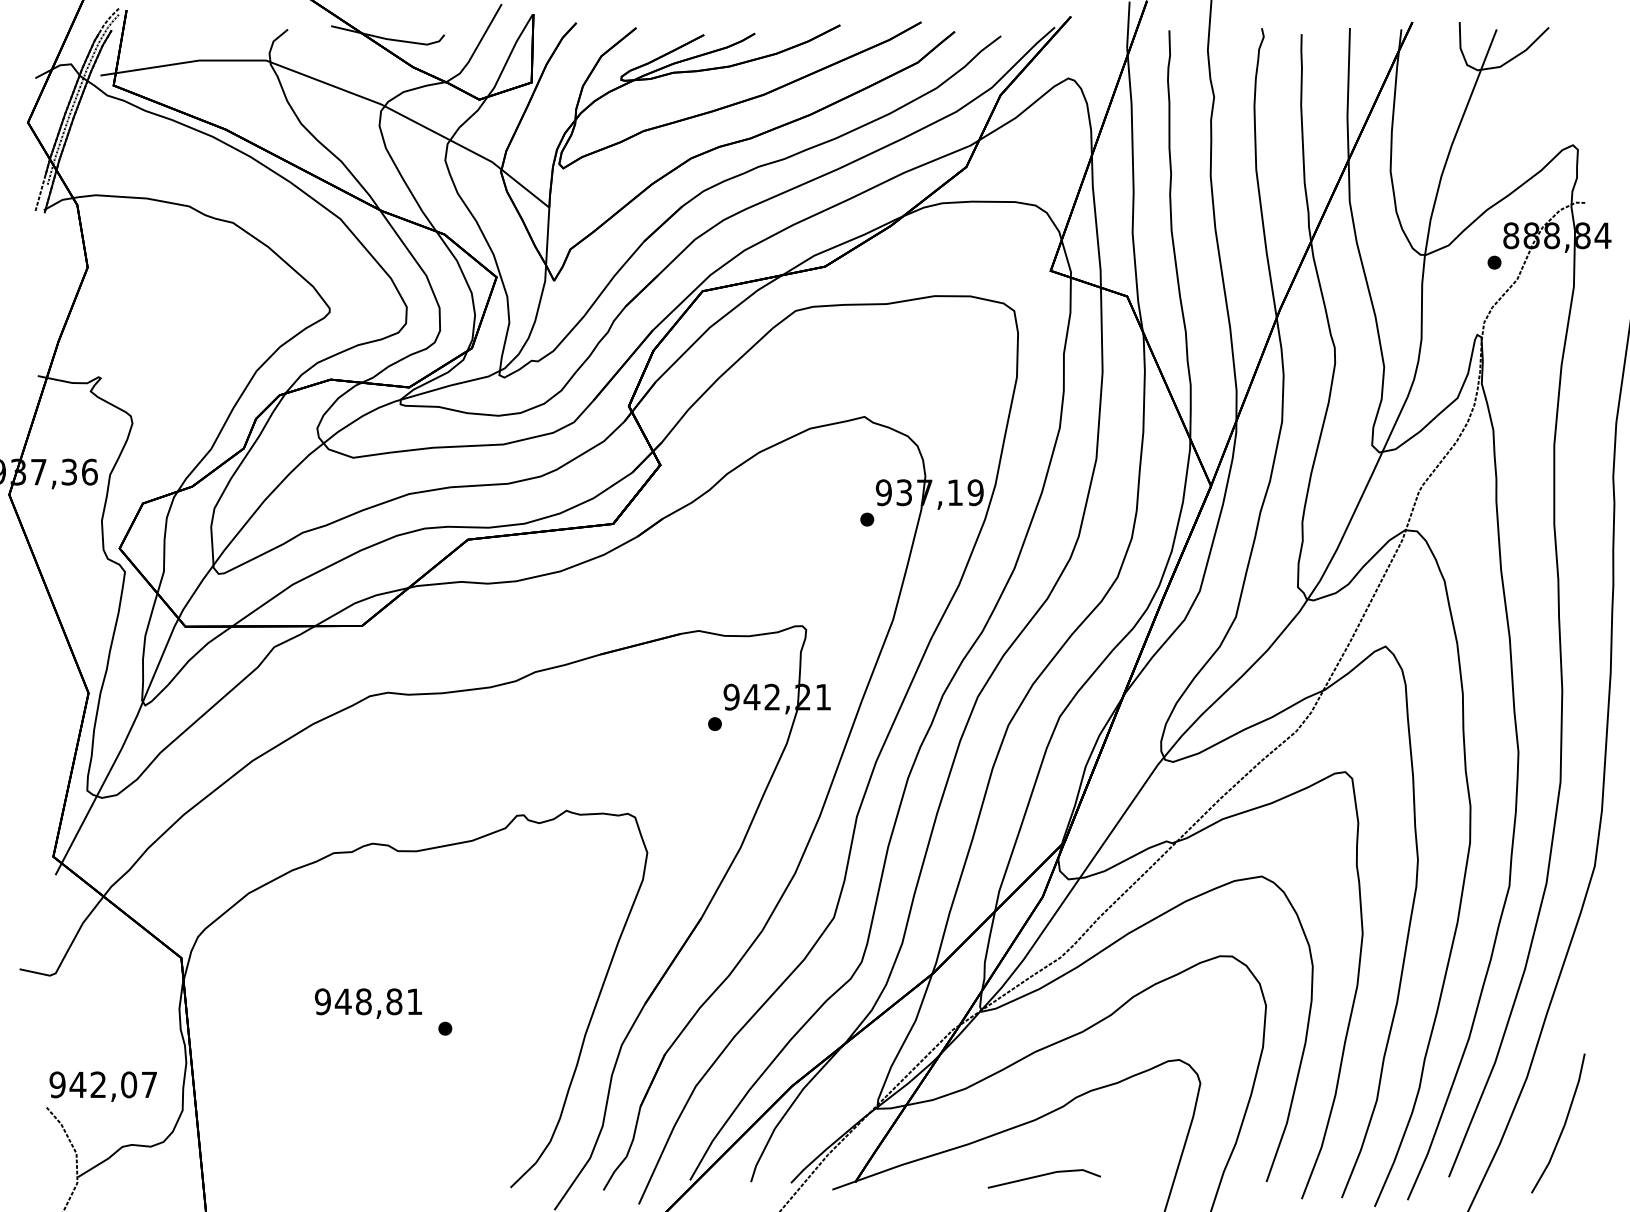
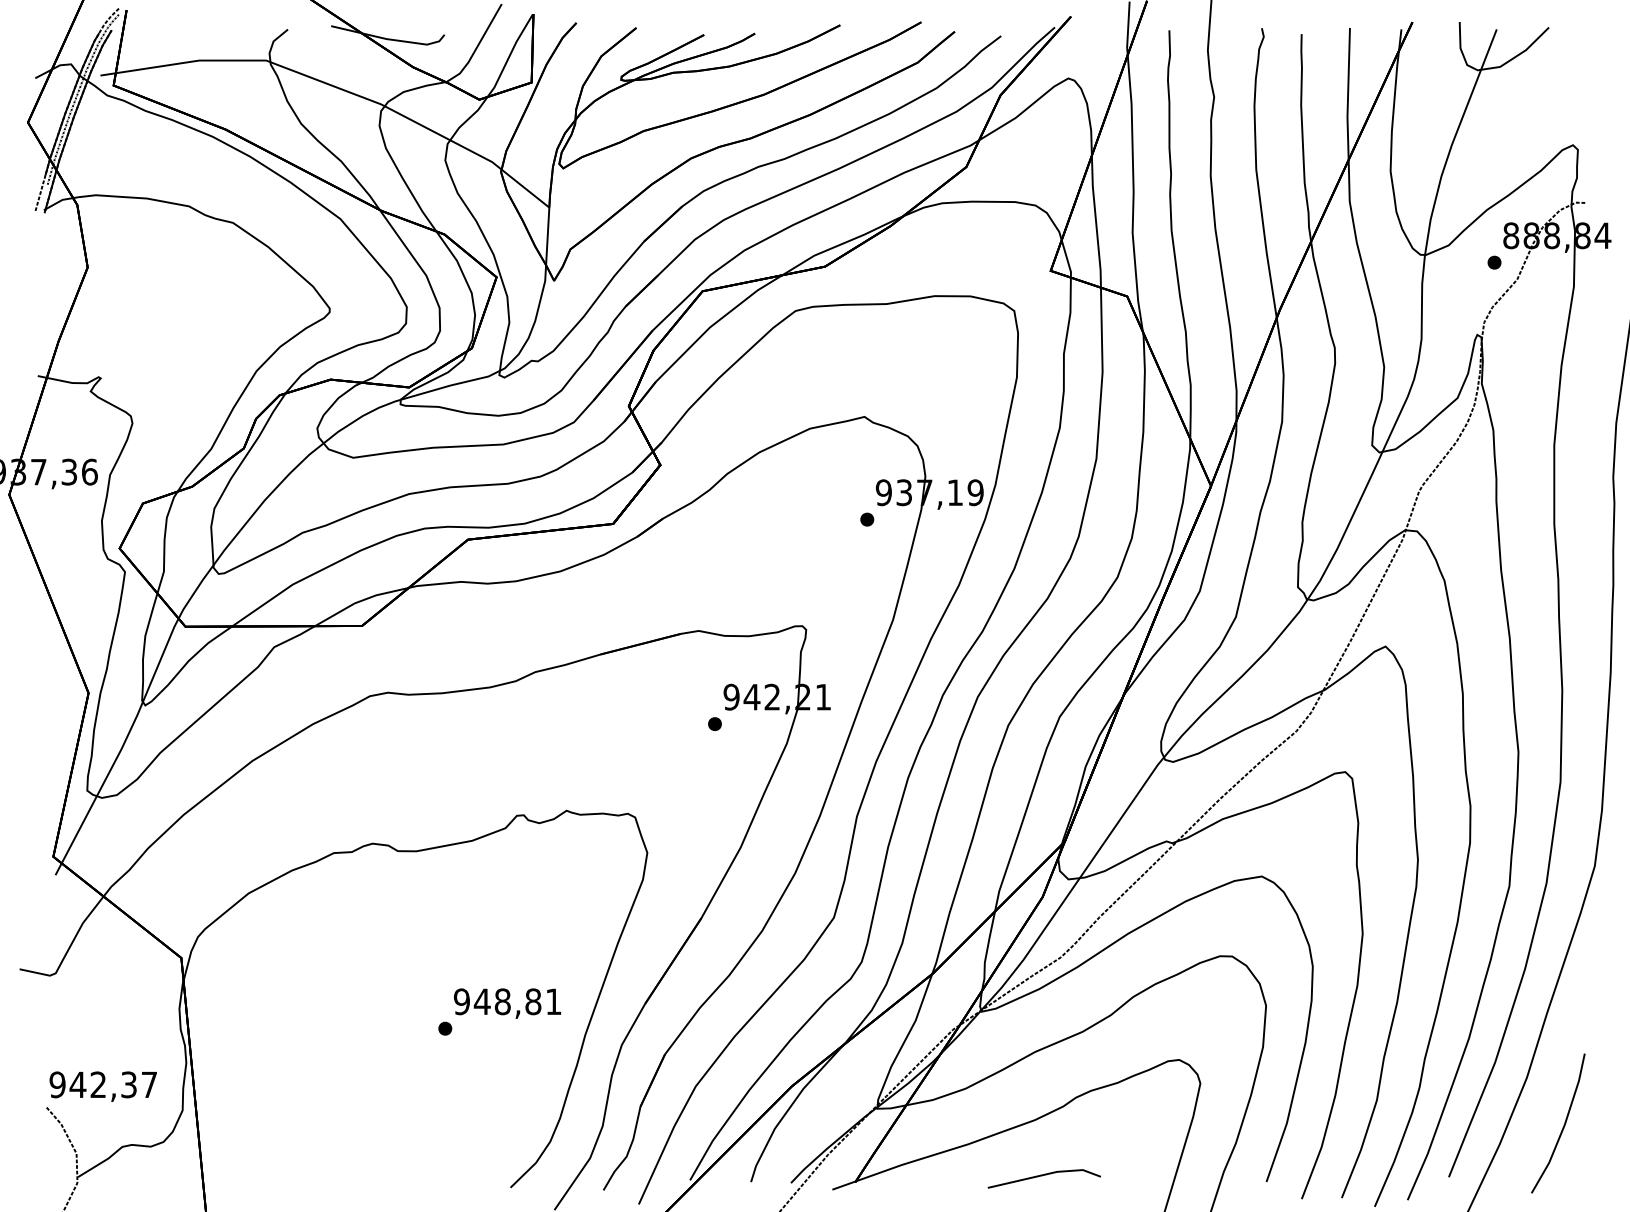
text at (368, 1003) position: (368, 1003) -> (507, 1003)
text at (129, 1084): 942,07 -> 942,37
